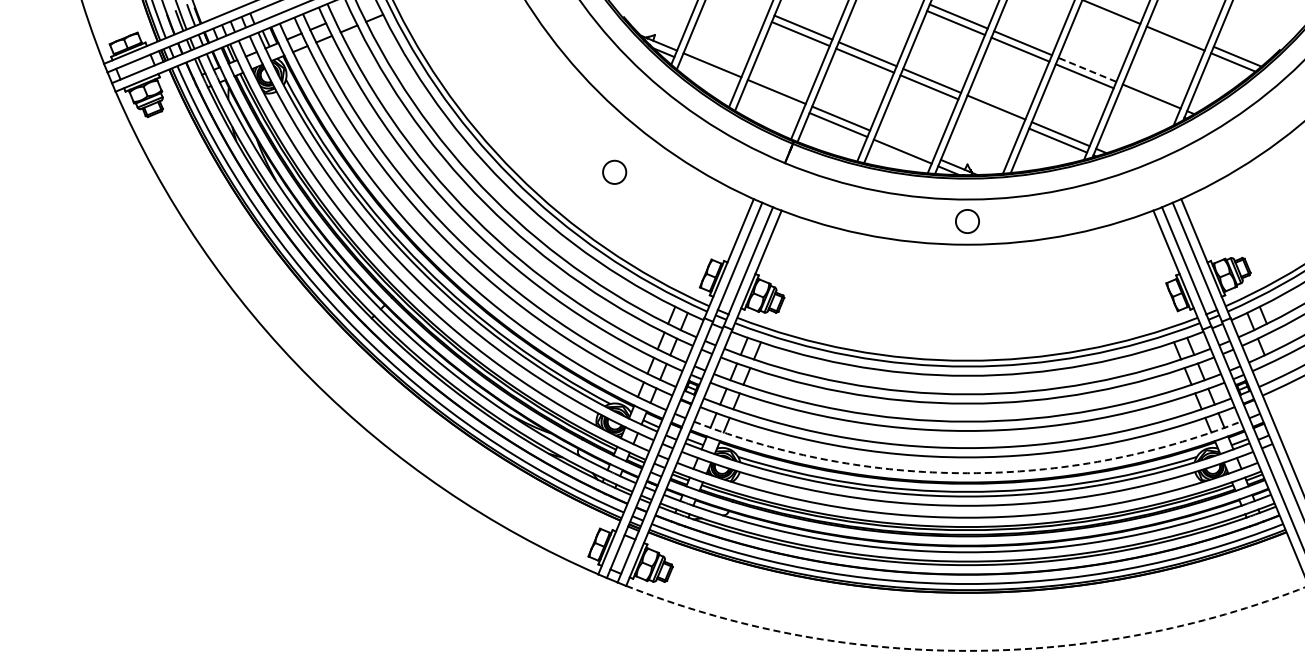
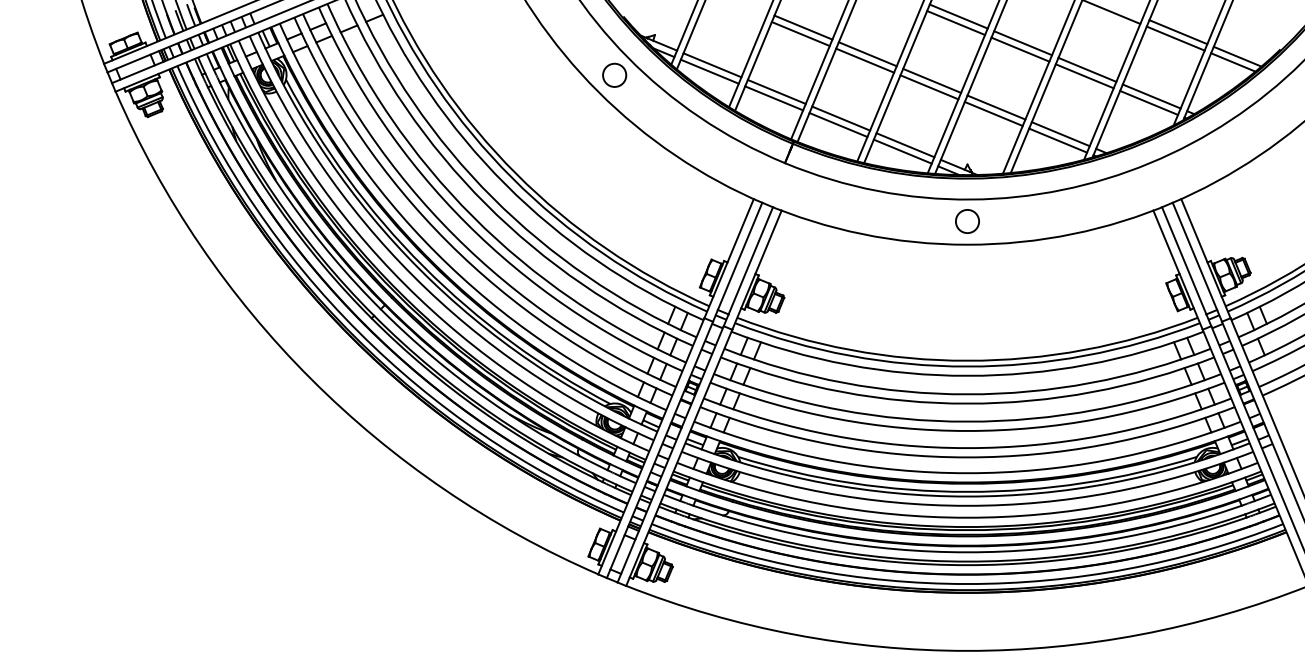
line at (1178, 32): none -> present
line at (1086, 69): dashed -> solid
line at (709, 71): none -> present
line at (774, 98): none -> present
line at (1149, 102): none -> present
line at (993, 113): none -> present
line at (905, 145): none -> present
circle at (614, 171) position: (614, 171) -> (614, 74)
arc at (967, 473): dashed -> solid
arc at (965, 650): dashed -> solid
